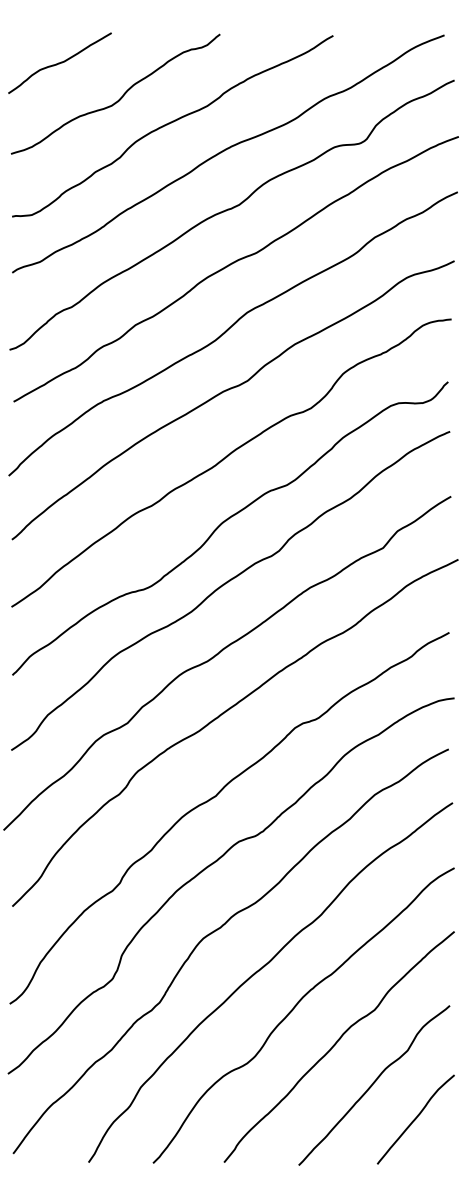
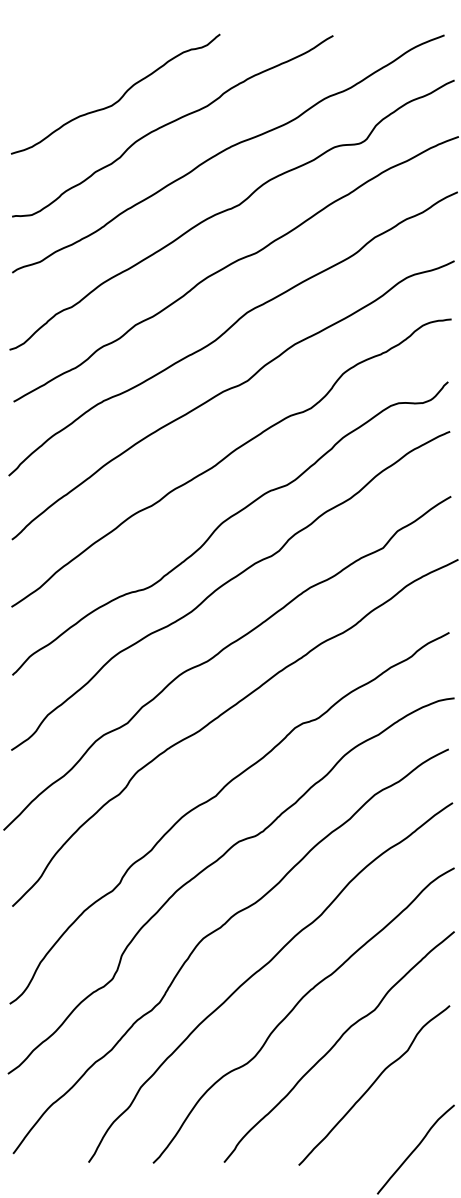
curve at (59, 62): present -> none
curve at (415, 1119) position: (415, 1119) -> (415, 1149)
